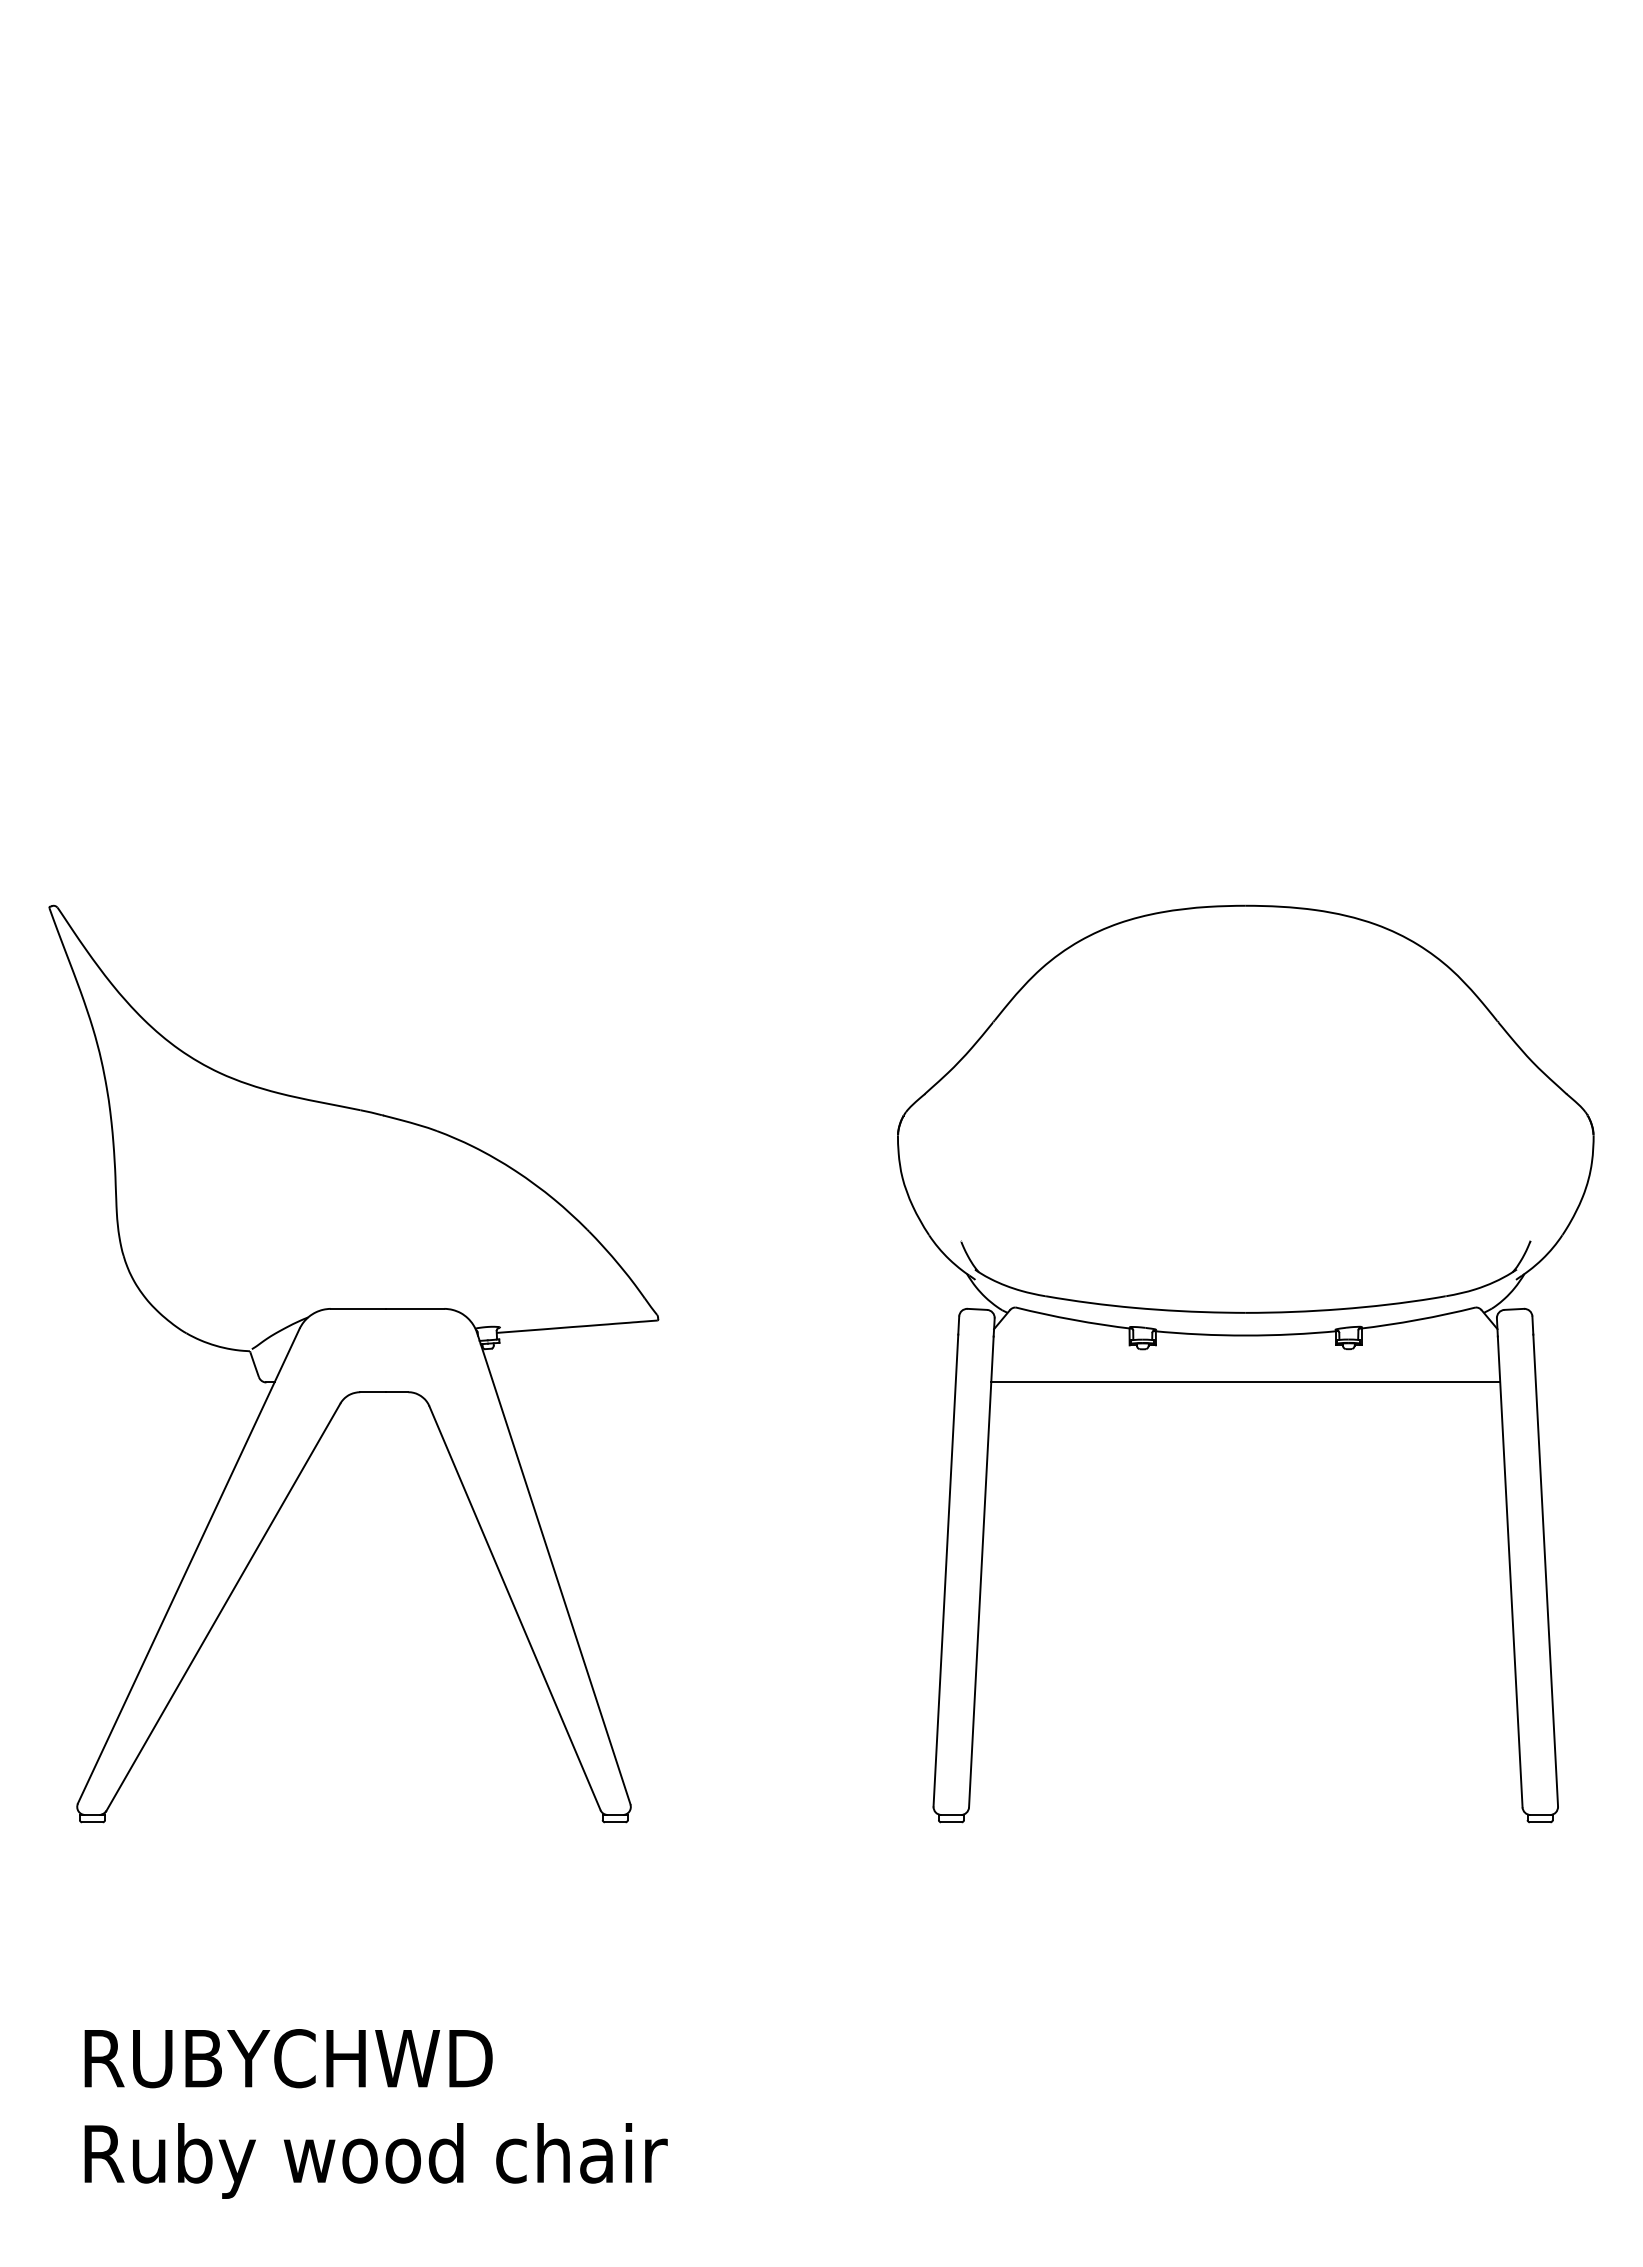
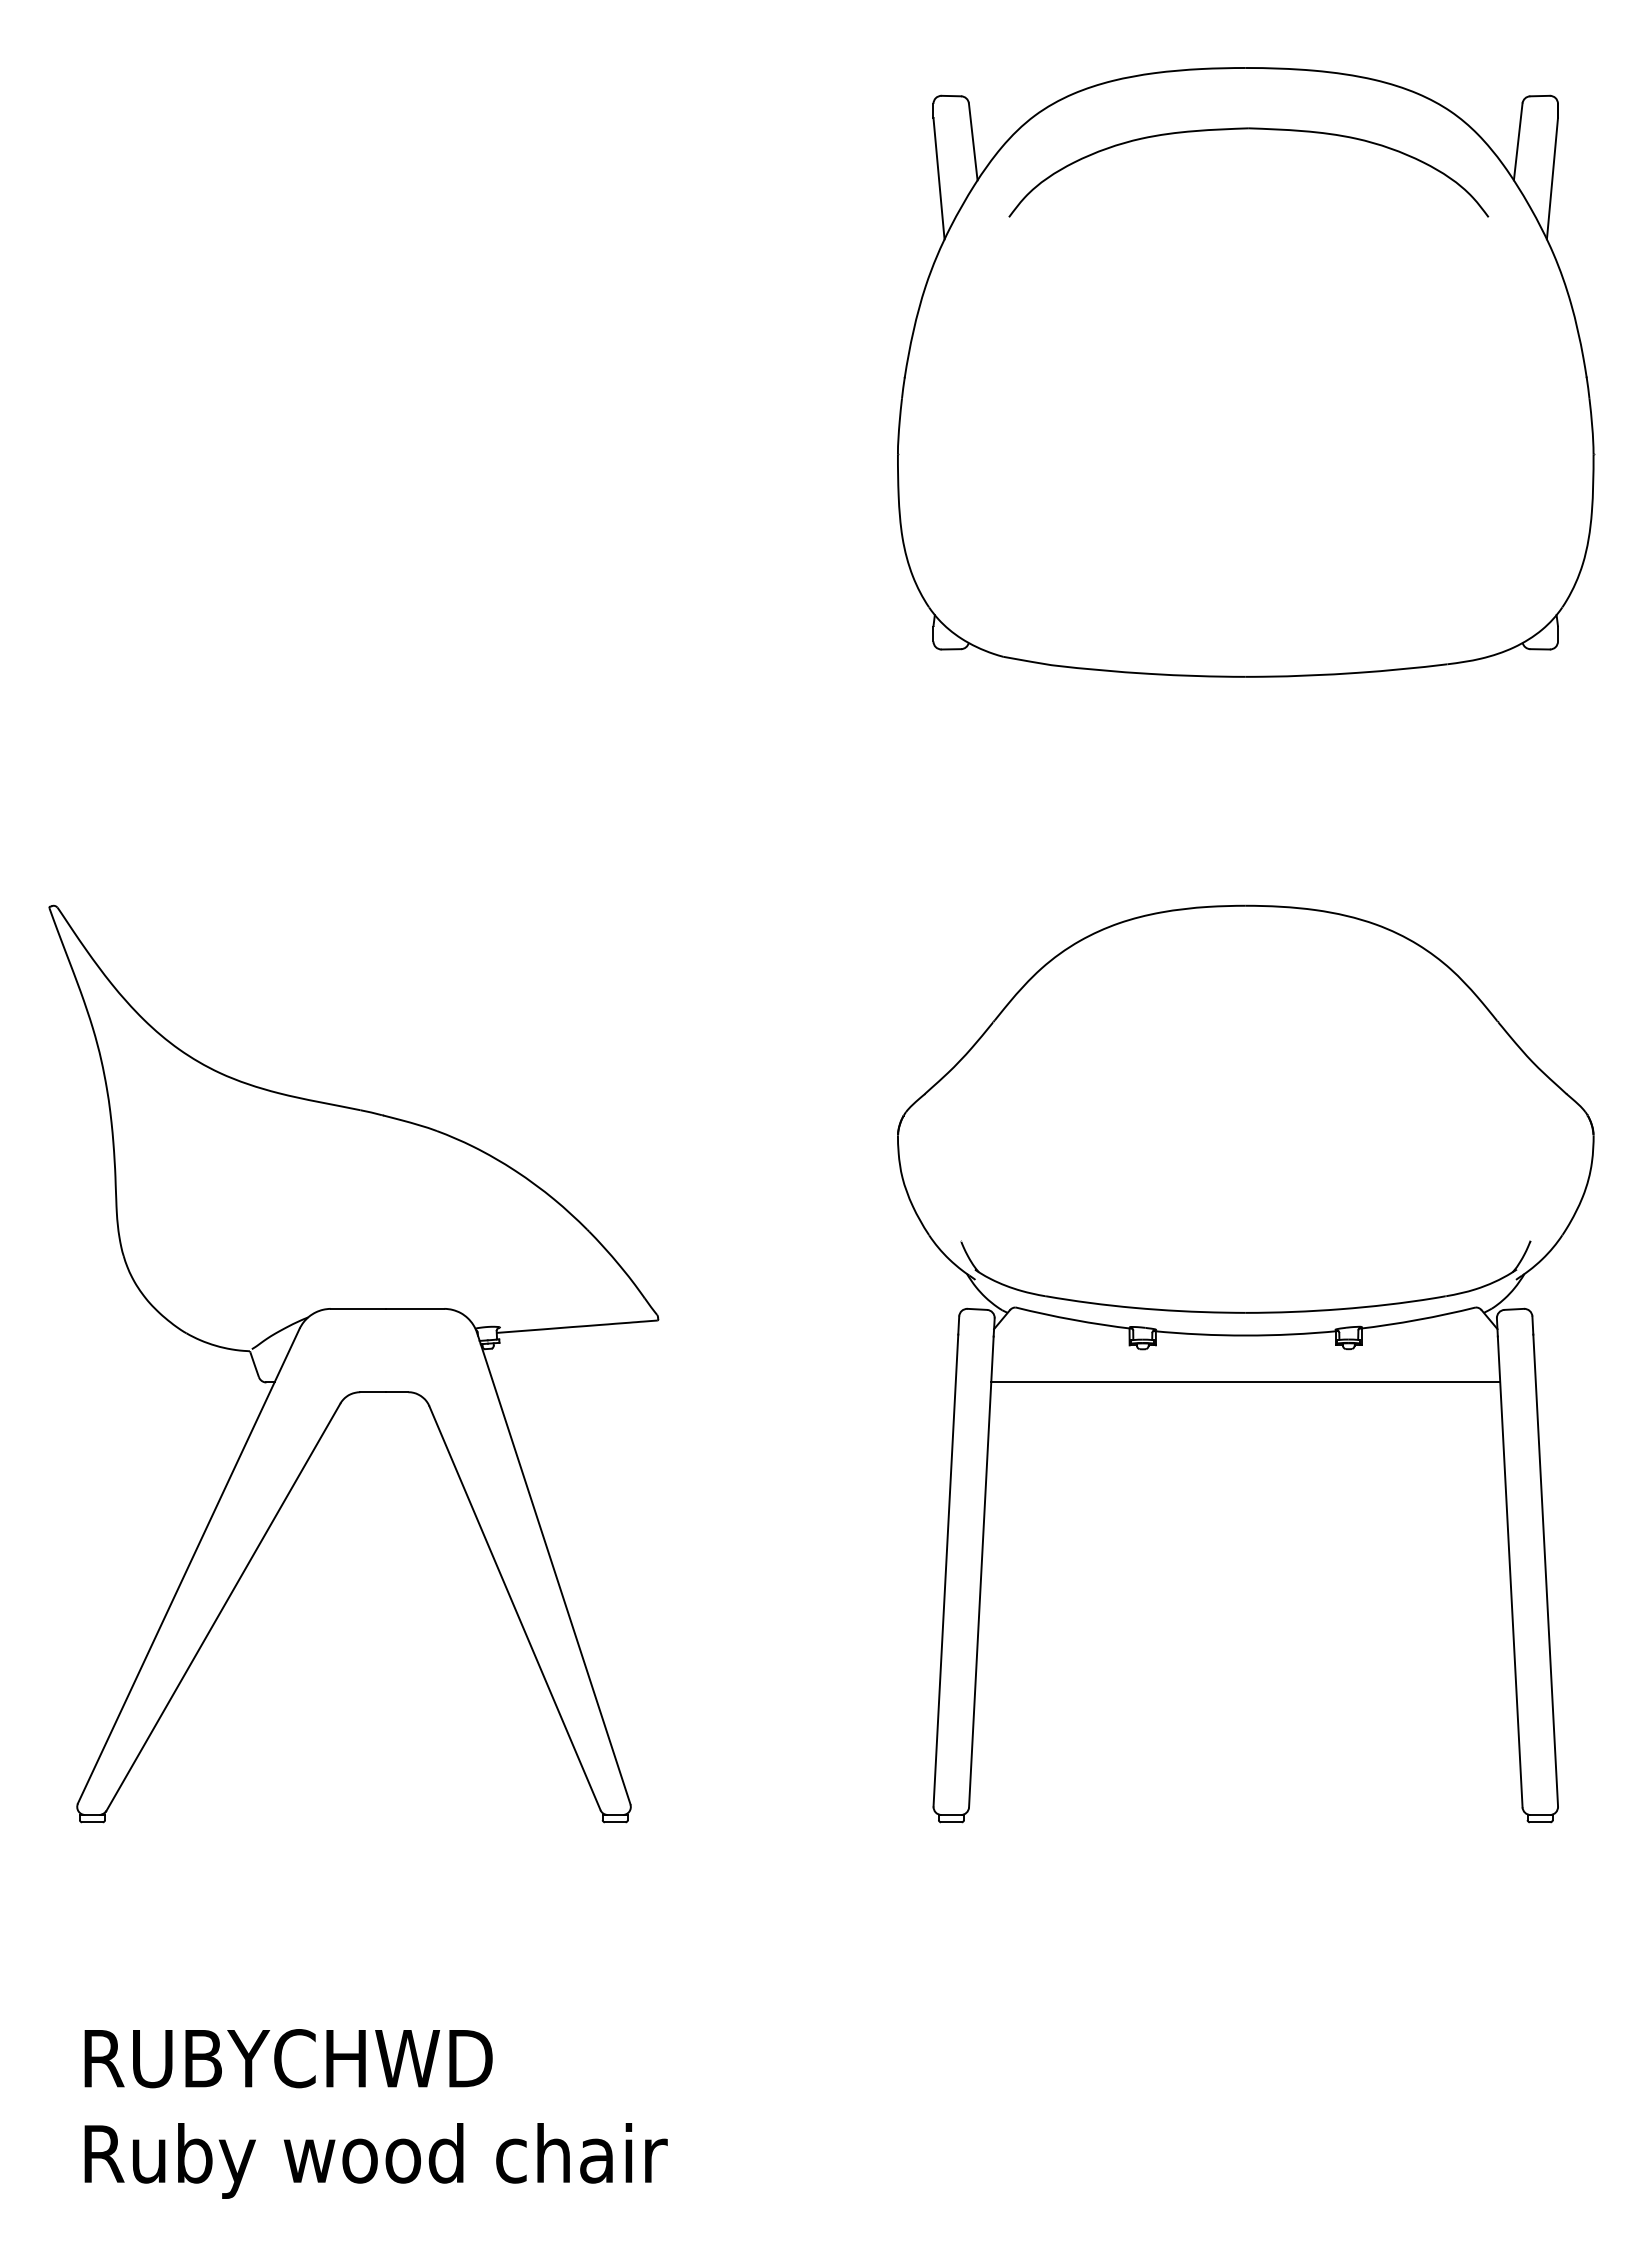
part at (1246, 372): none -> present
